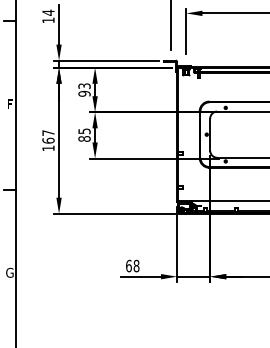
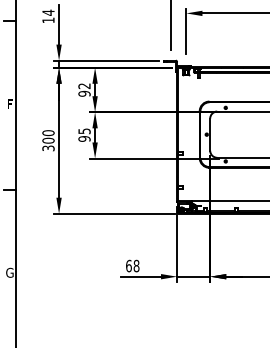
text at (84, 85): 93 -> 92
text at (84, 138): 85 -> 95
text at (48, 140): 167 -> 300
